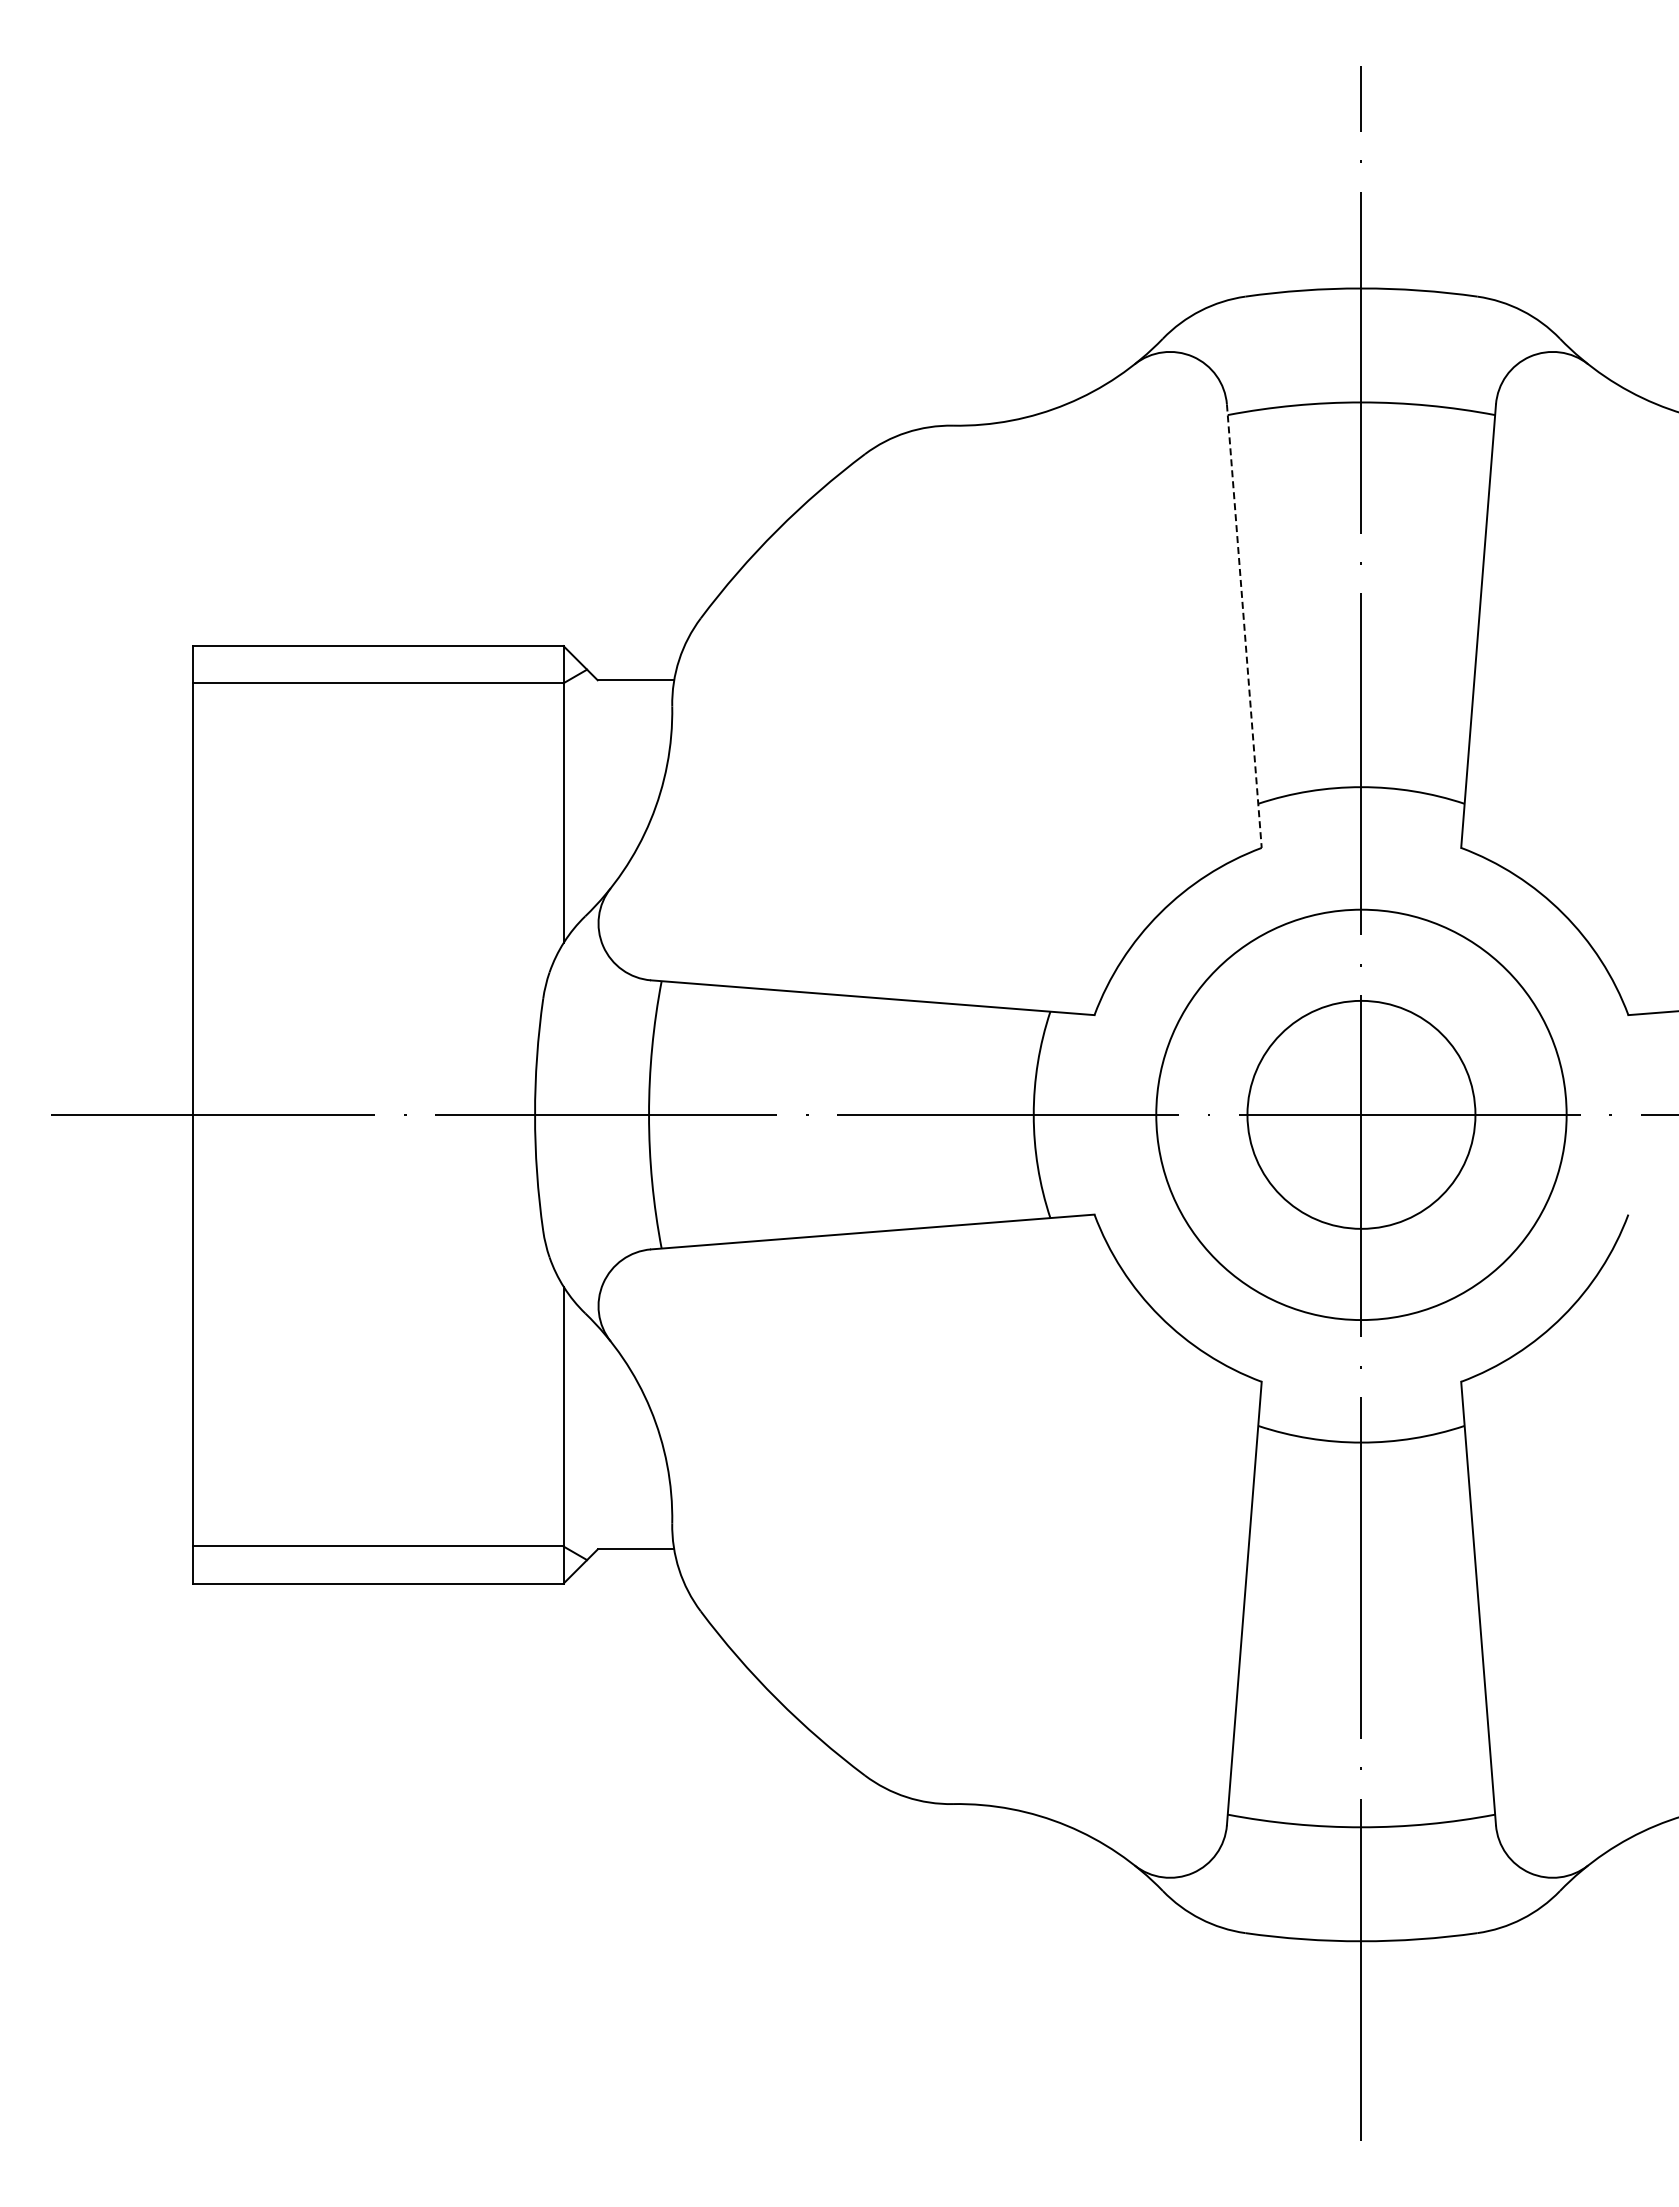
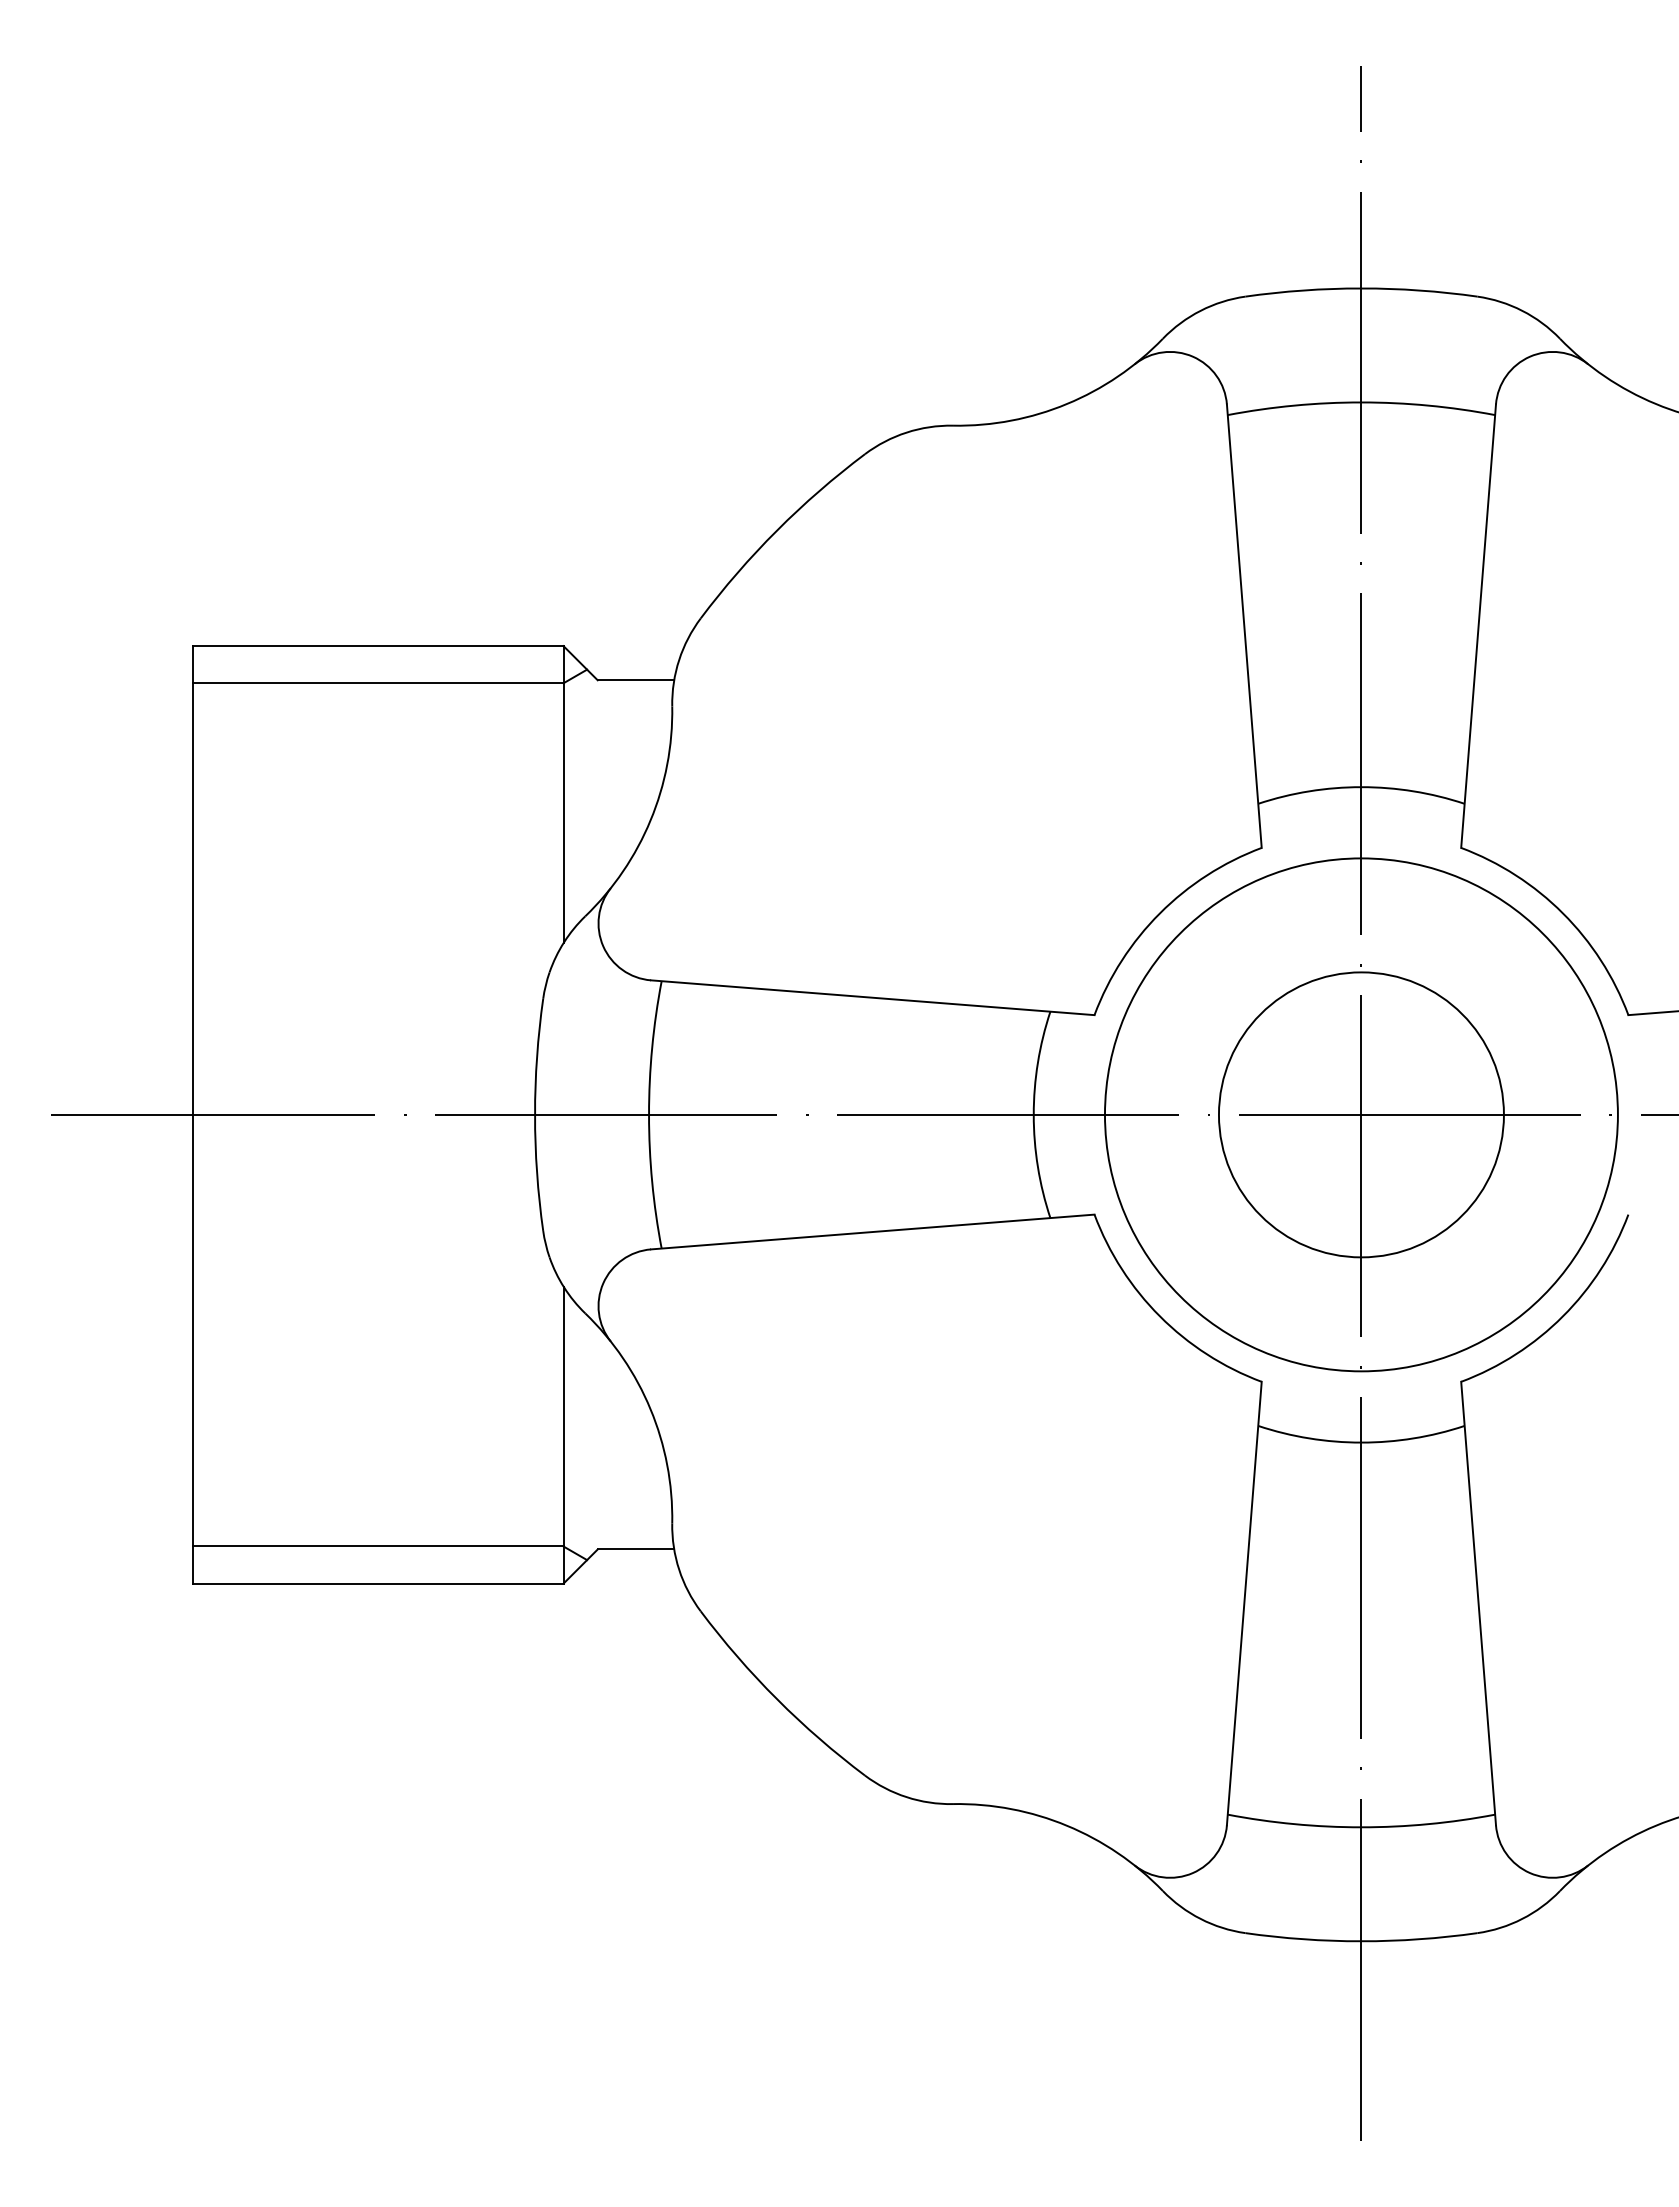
line at (1244, 626): dashed -> solid
circle at (1361, 1114) diameter: 228 px -> 285 px
circle at (1361, 1114) diameter: 410 px -> 513 px
